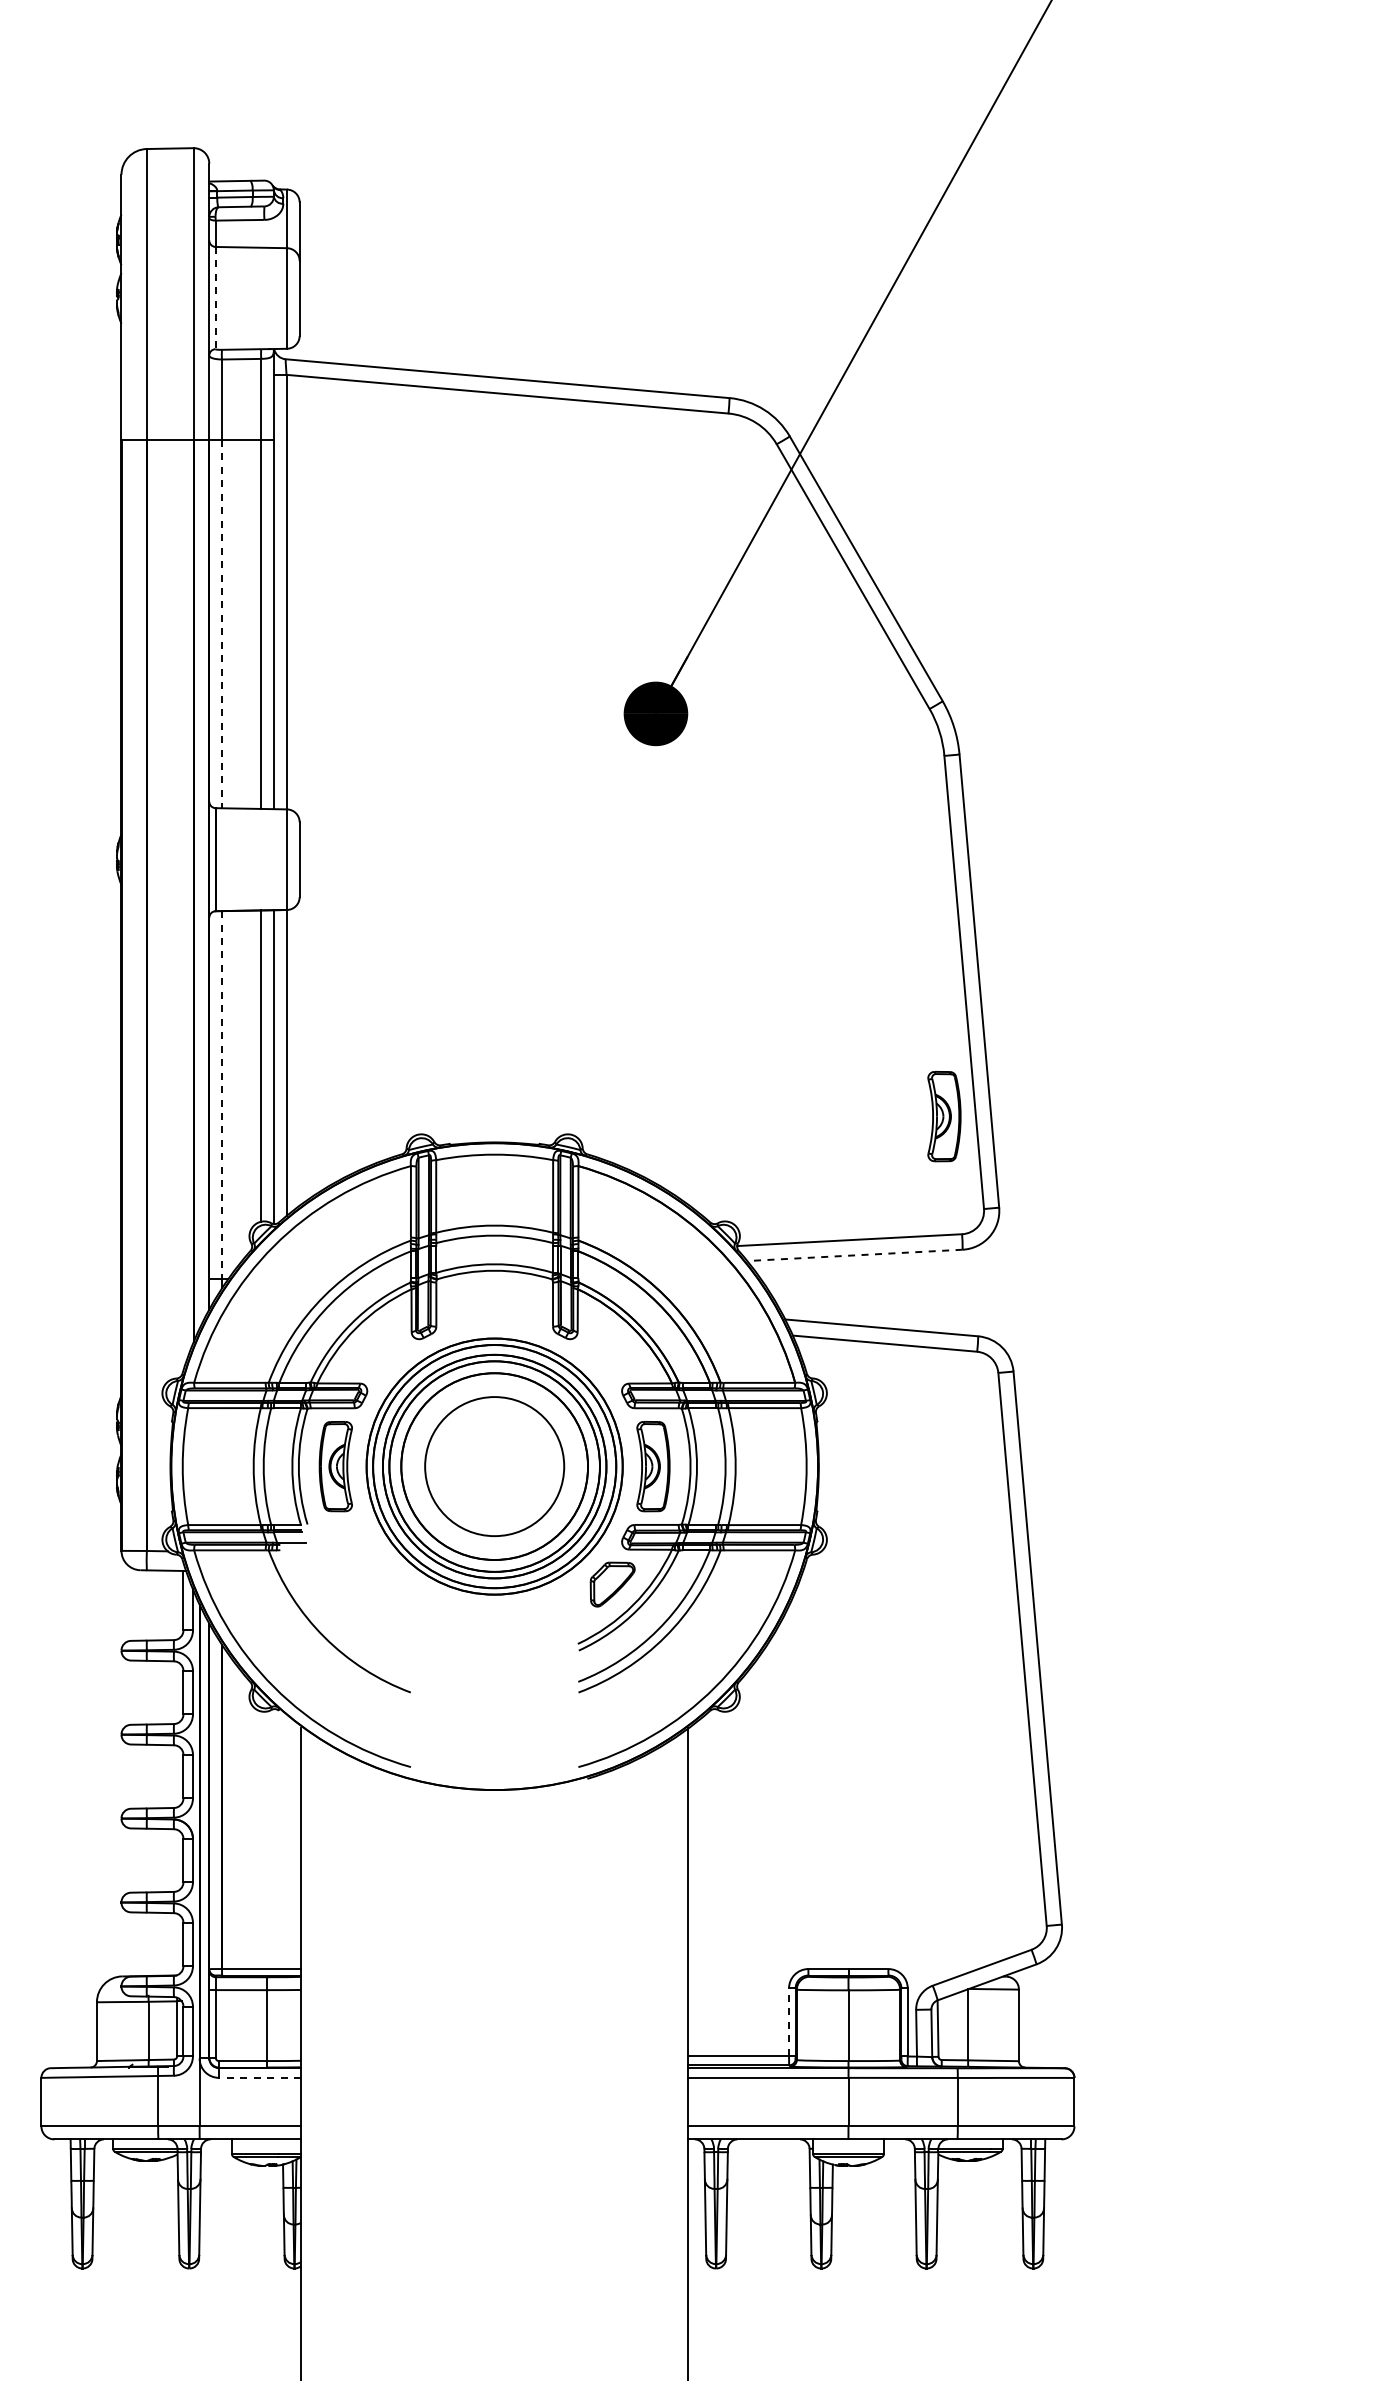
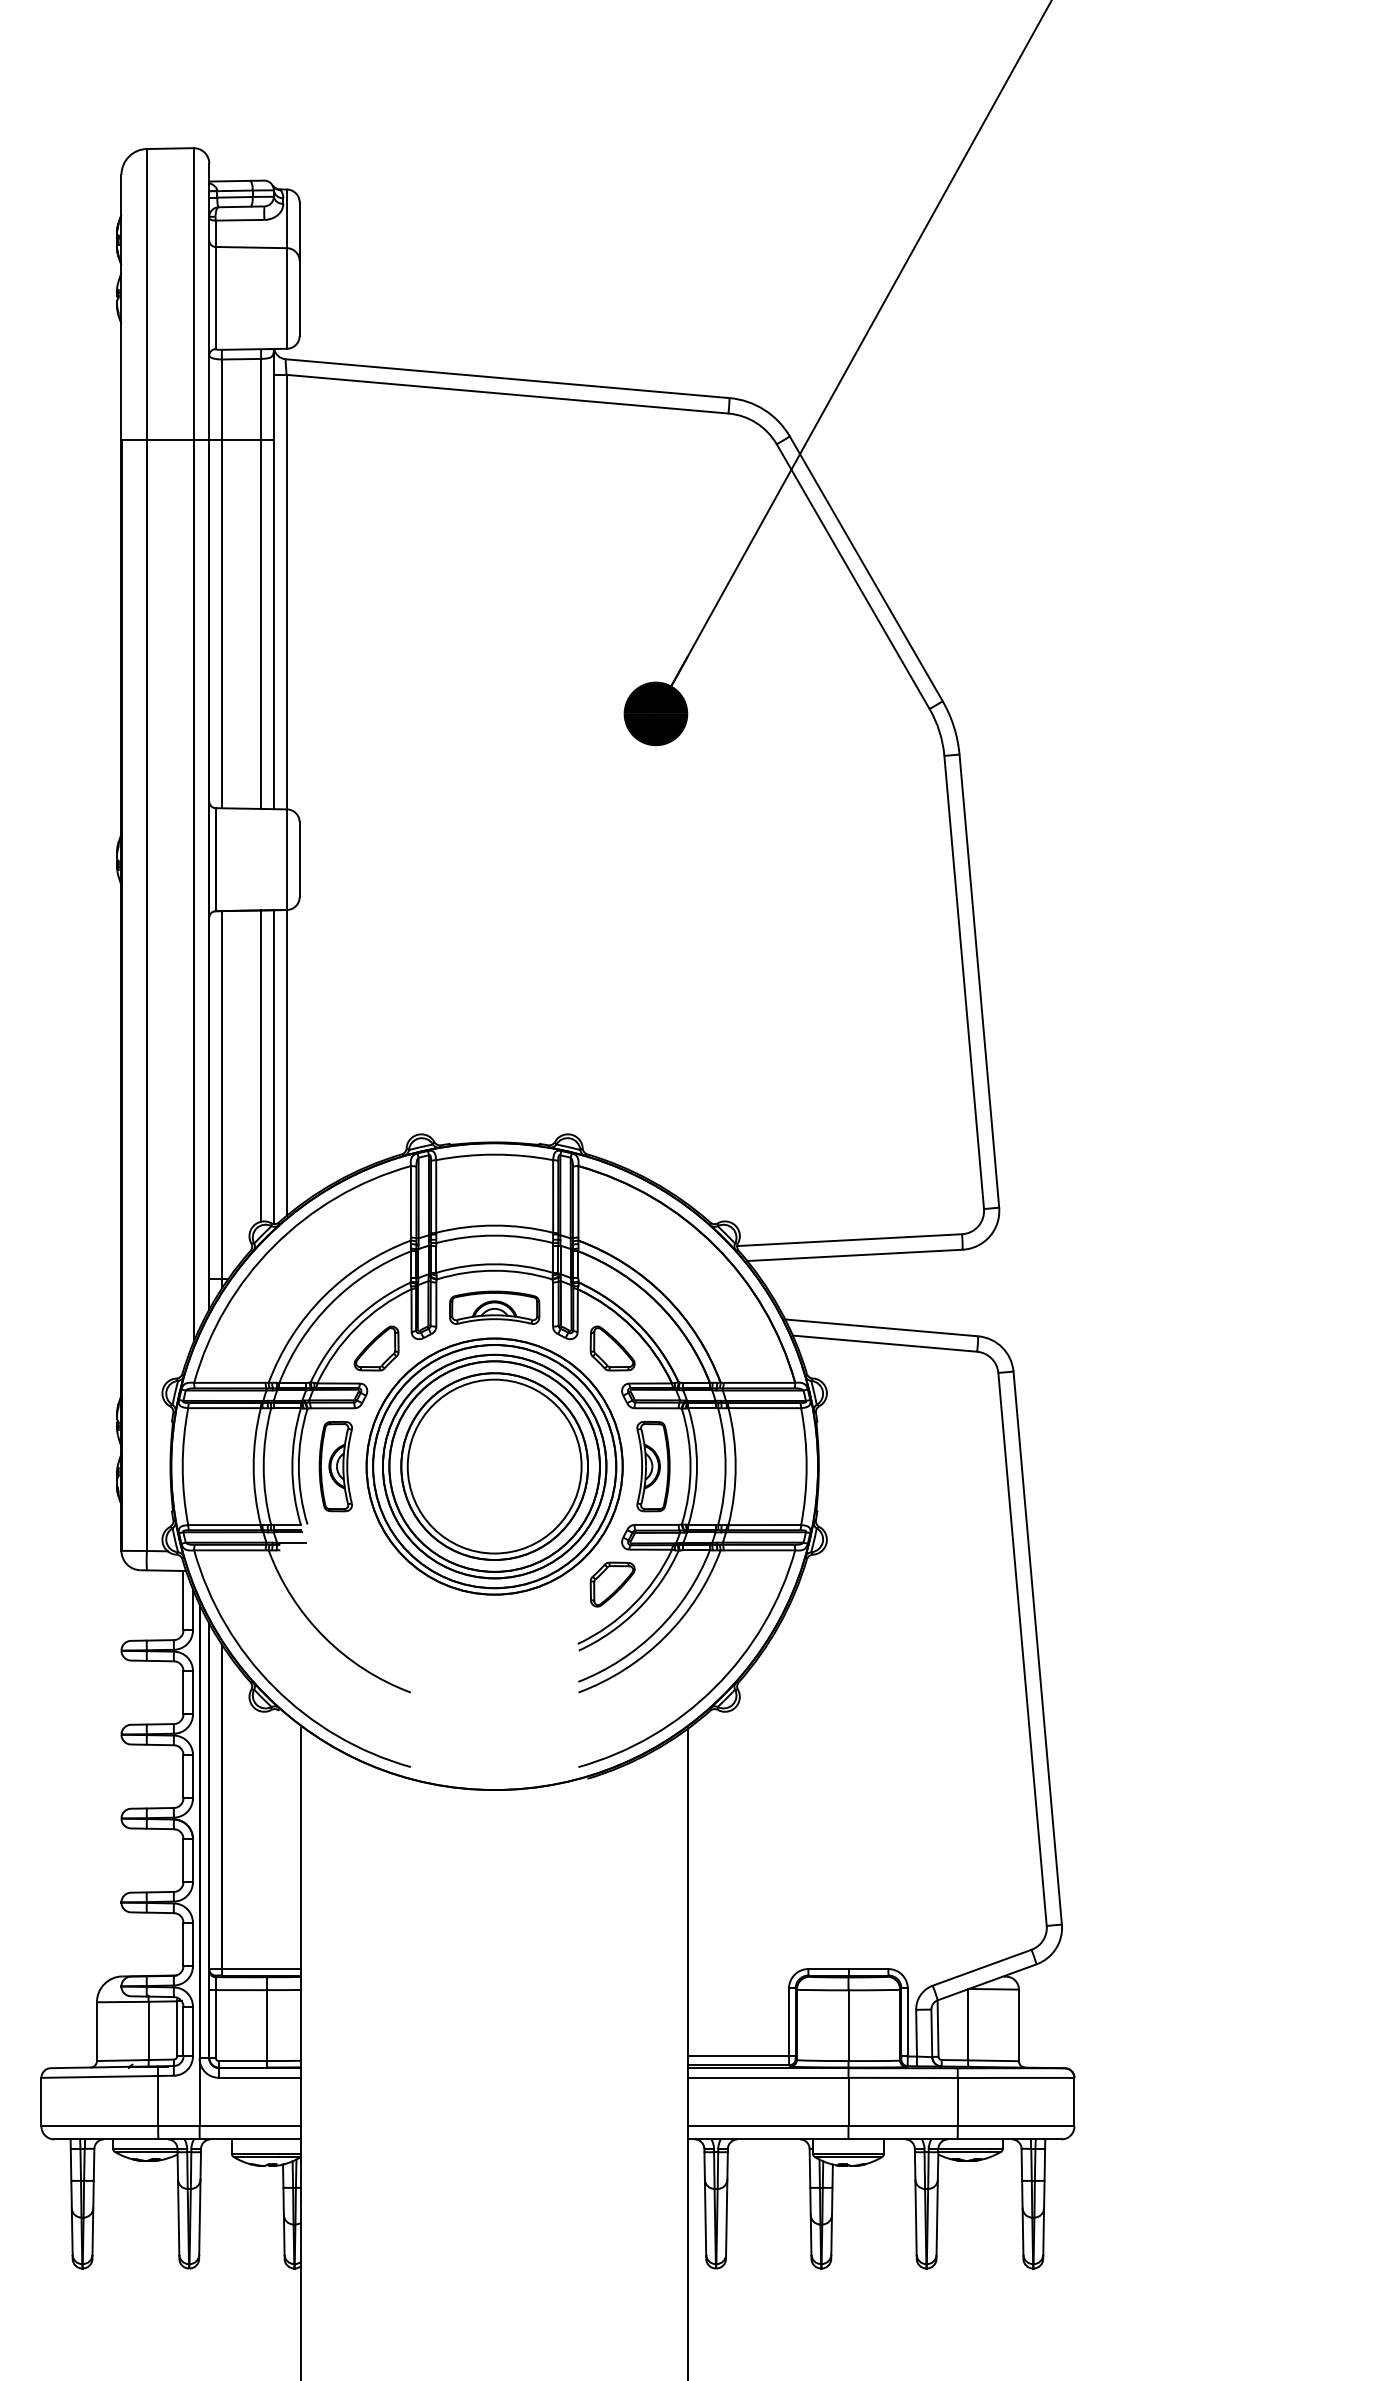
line at (215, 298): dashed -> solid
line at (222, 624): dashed -> solid
line at (221, 1095): dashed -> solid
part at (944, 1116): present -> none
line at (854, 1255): dashed -> solid
part at (494, 1307): none -> present
part at (376, 1348): none -> present
part at (612, 1348): none -> present
circle at (494, 1466) diameter: 139 px -> 174 px
line at (789, 2022): dashed -> solid
line at (259, 2077): dashed -> solid
